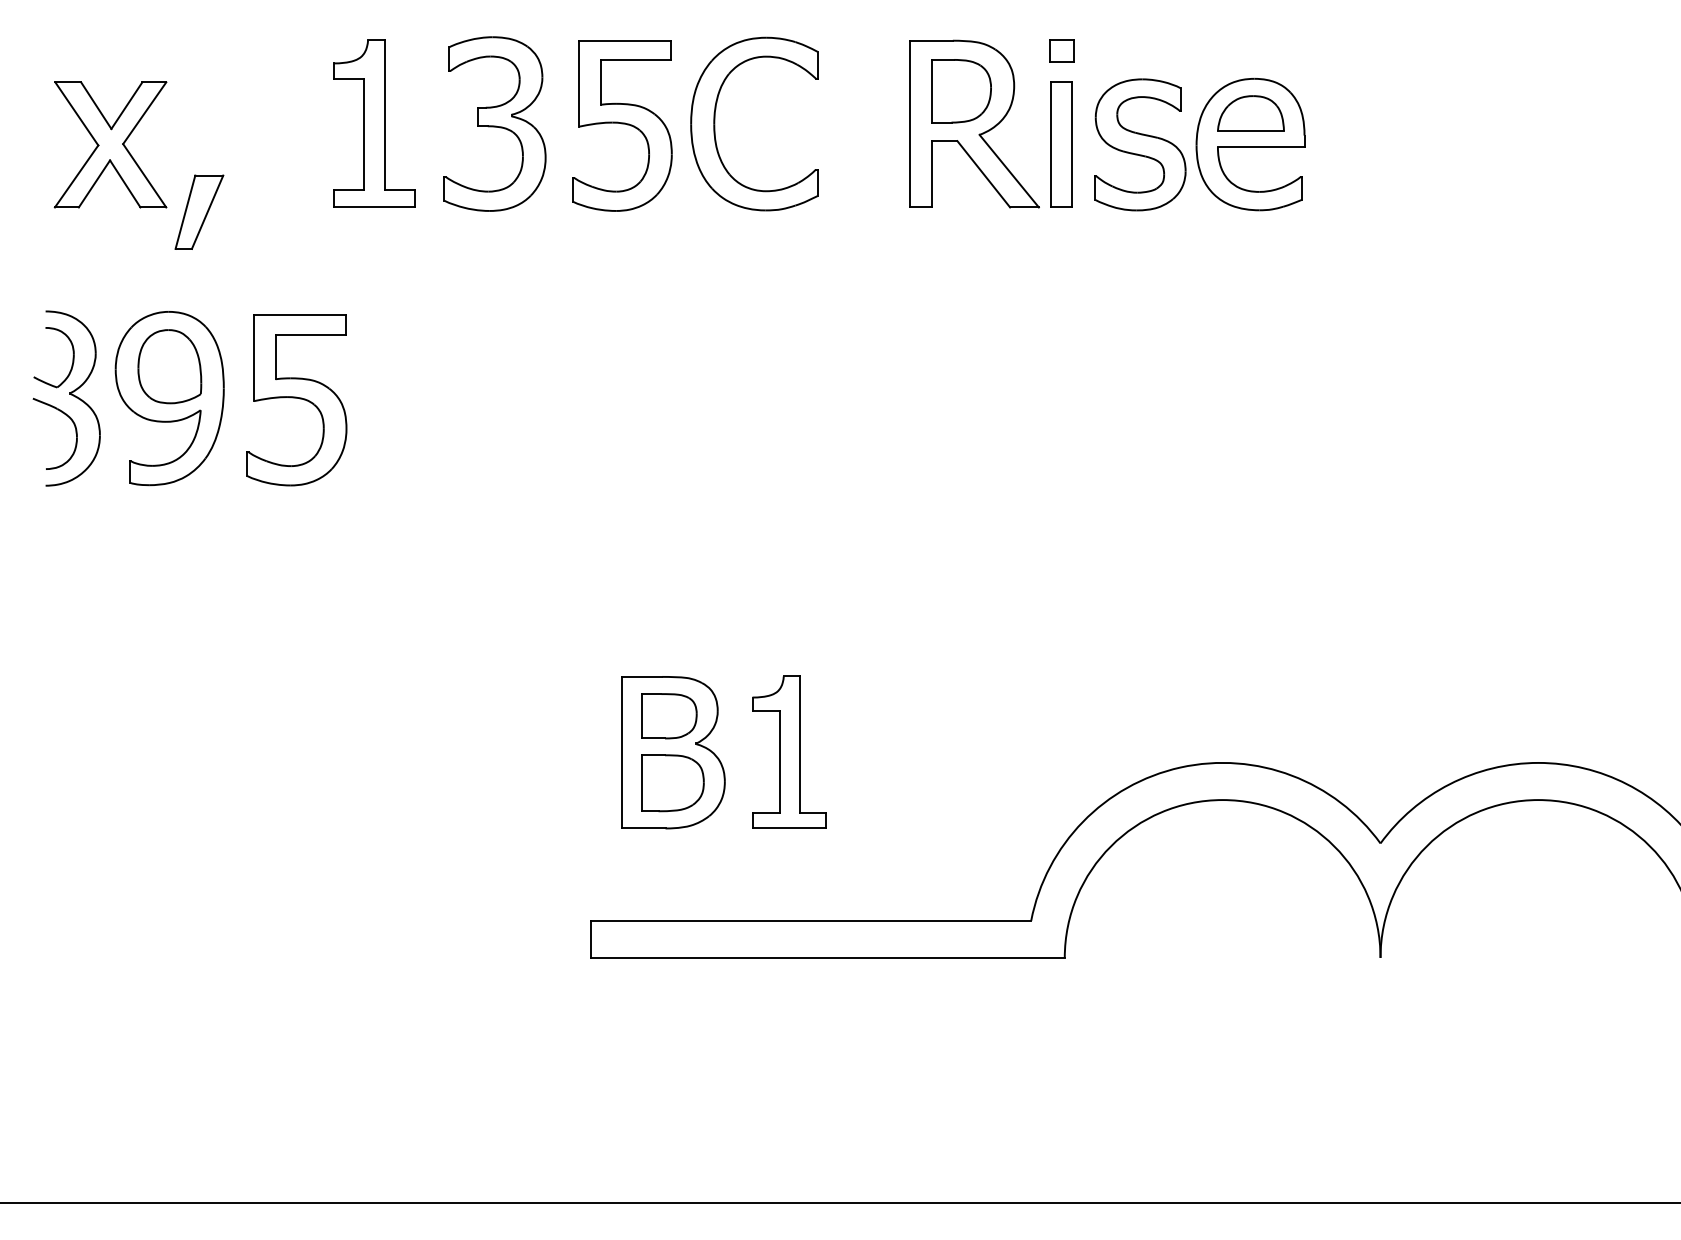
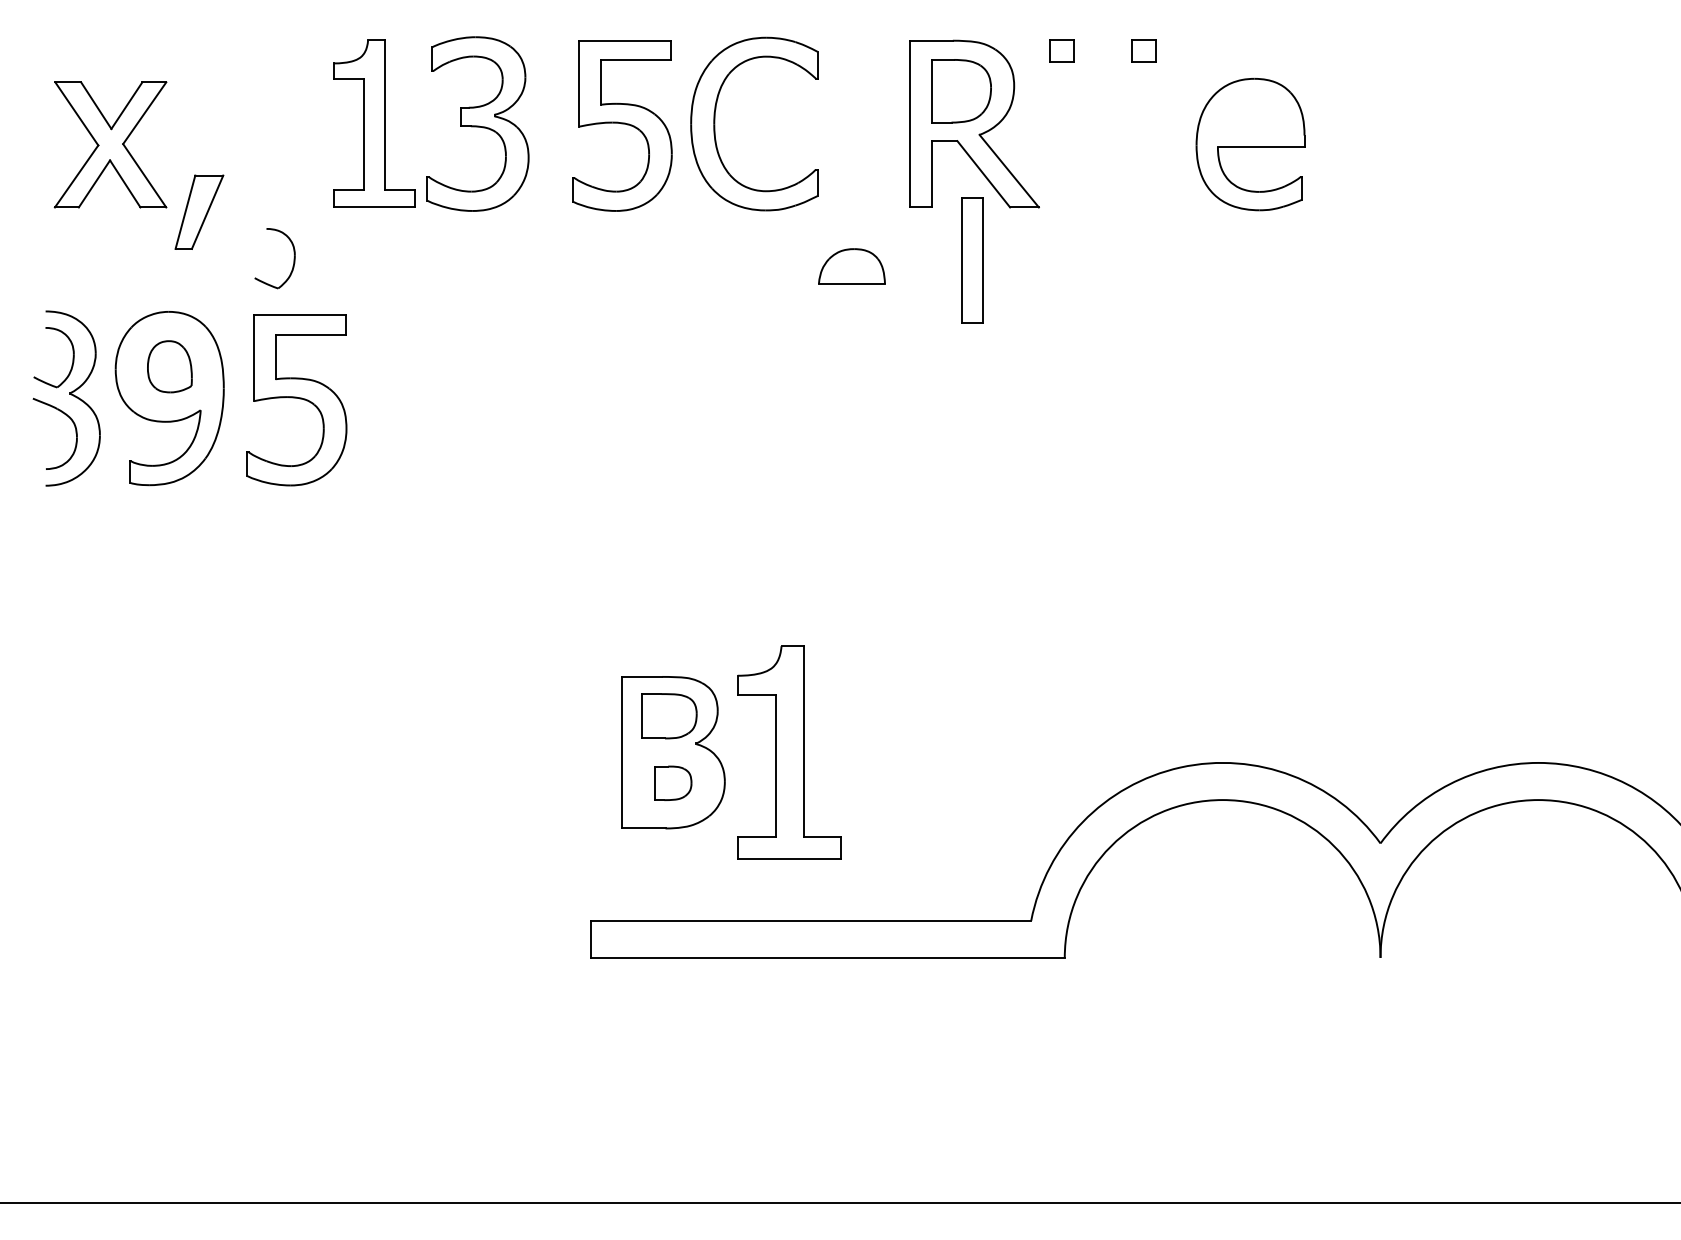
part at (1143, 50): none -> present
part at (1250, 113) position: (1250, 113) -> (851, 266)
part at (494, 123) position: (494, 123) -> (477, 123)
part at (1061, 144) position: (1061, 144) -> (972, 260)
part at (1140, 144): present -> none
part at (293, 258): none -> present
part at (169, 366) size: 66x76 px -> 46x54 px
part at (789, 751) size: 75x154 px -> 105x215 px
part at (672, 783) size: 64x59 px -> 39x36 px
